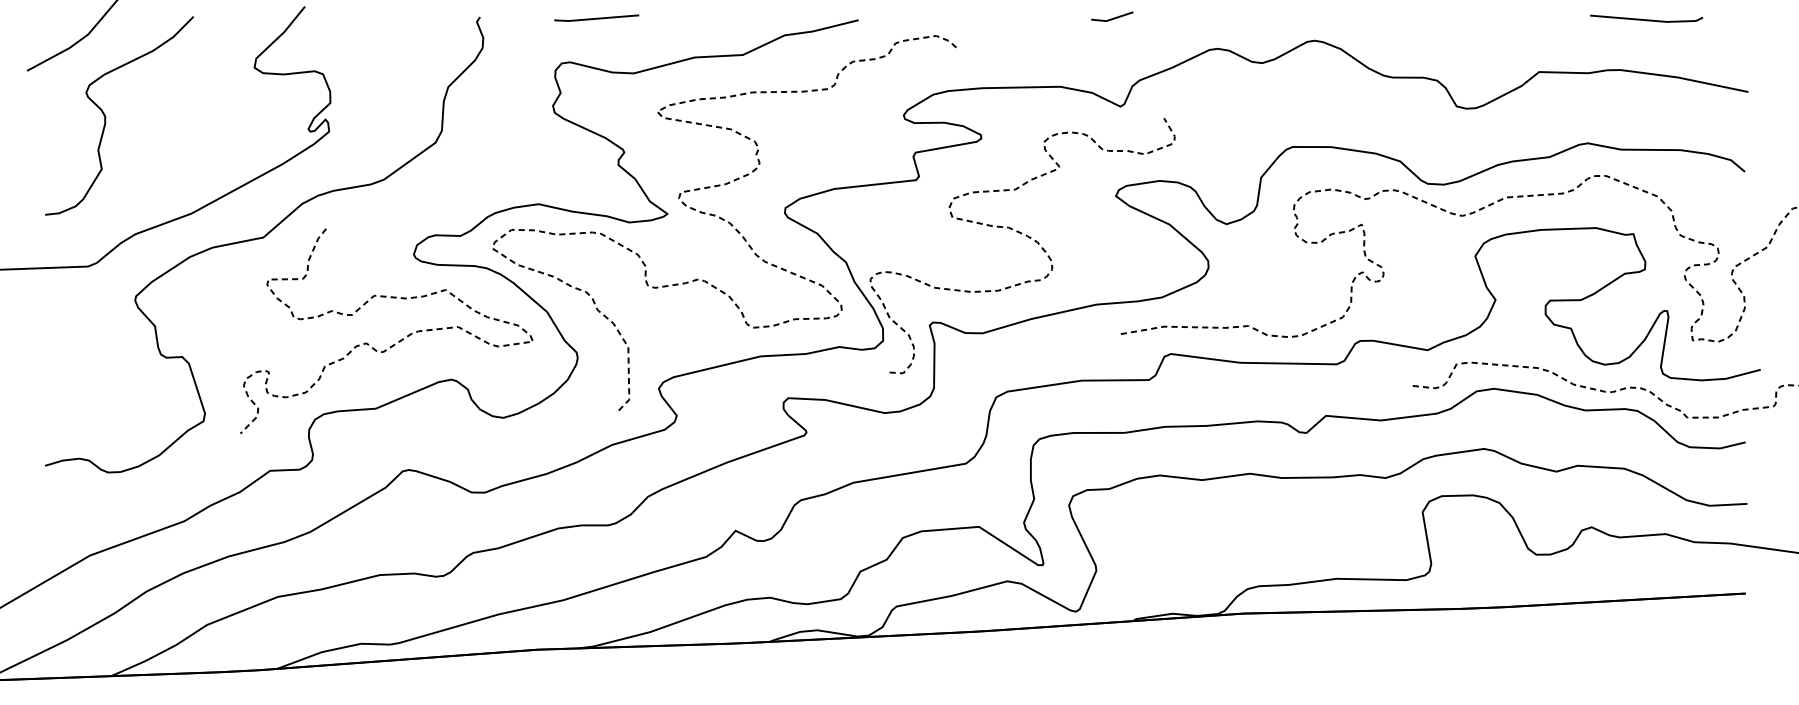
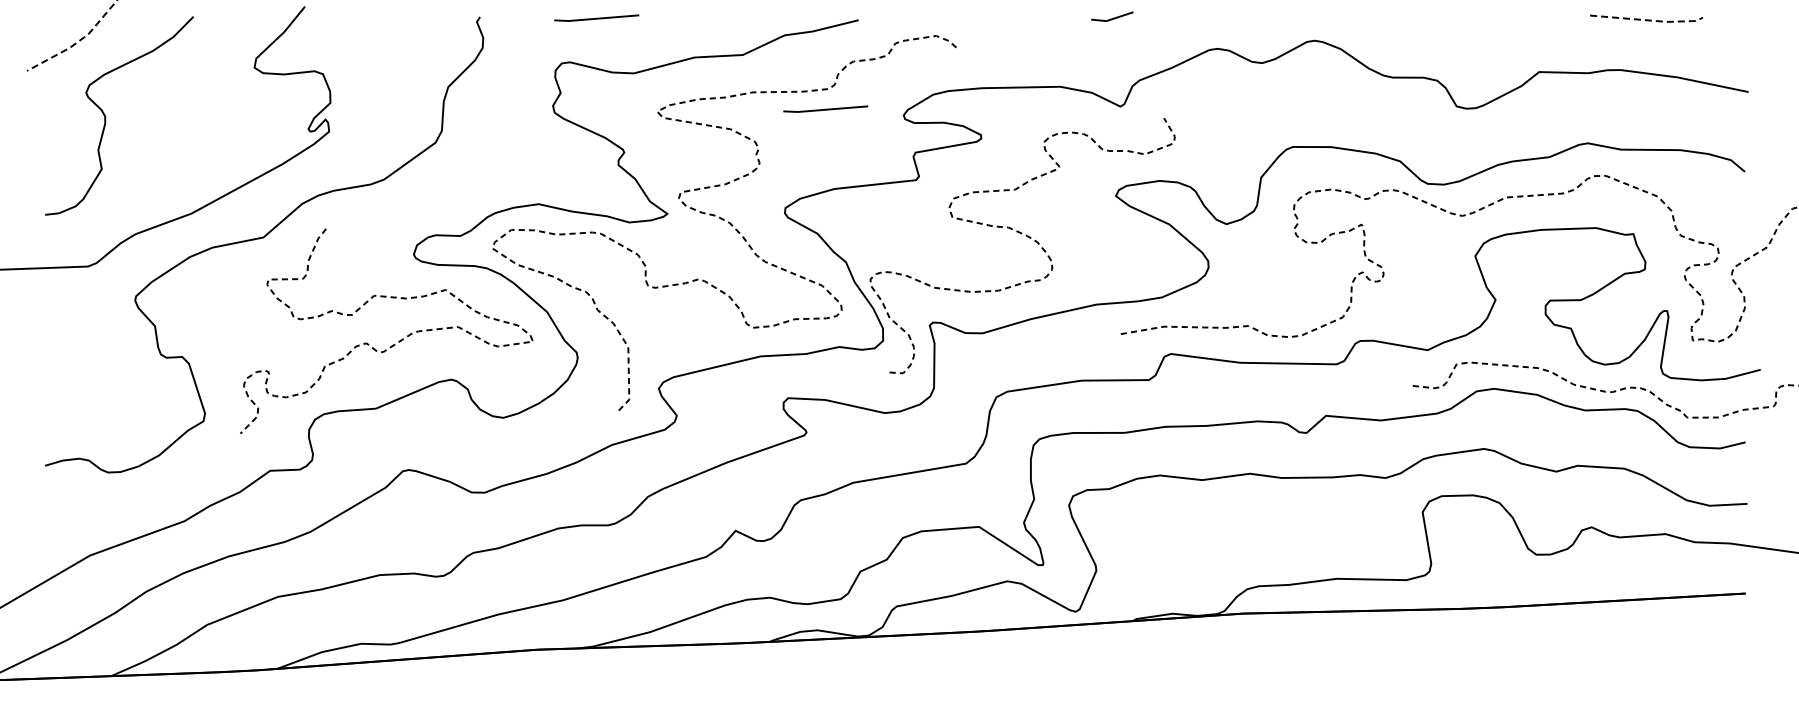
line at (1648, 20): solid -> dashed
line at (77, 42): solid -> dashed
line at (825, 108): none -> present
